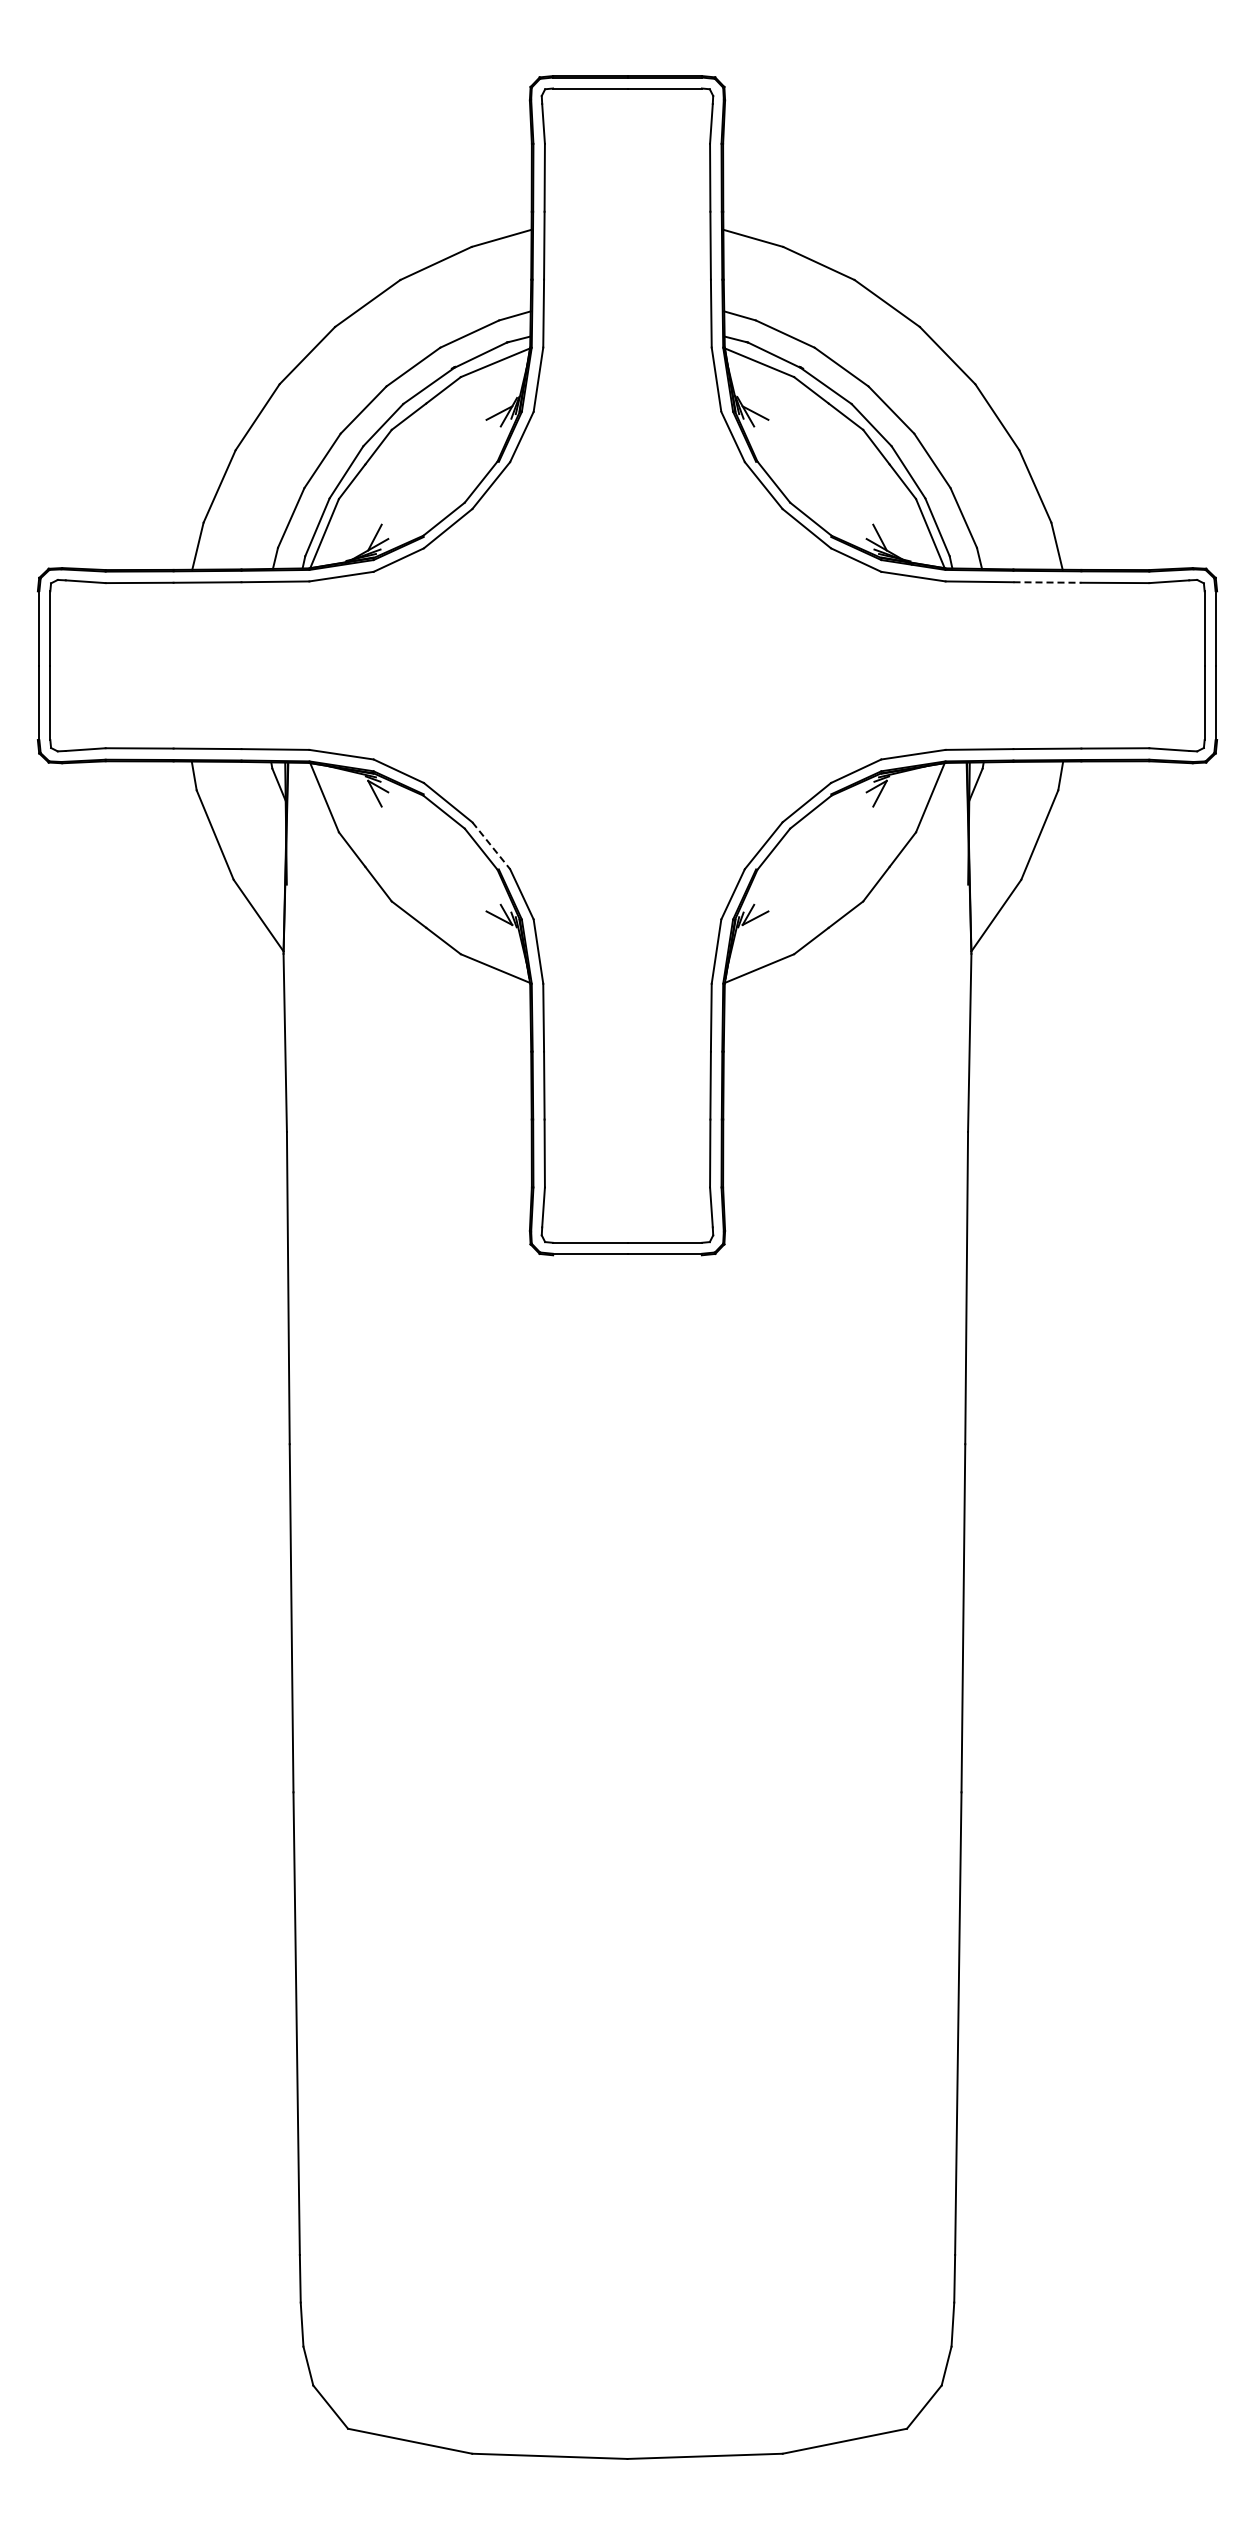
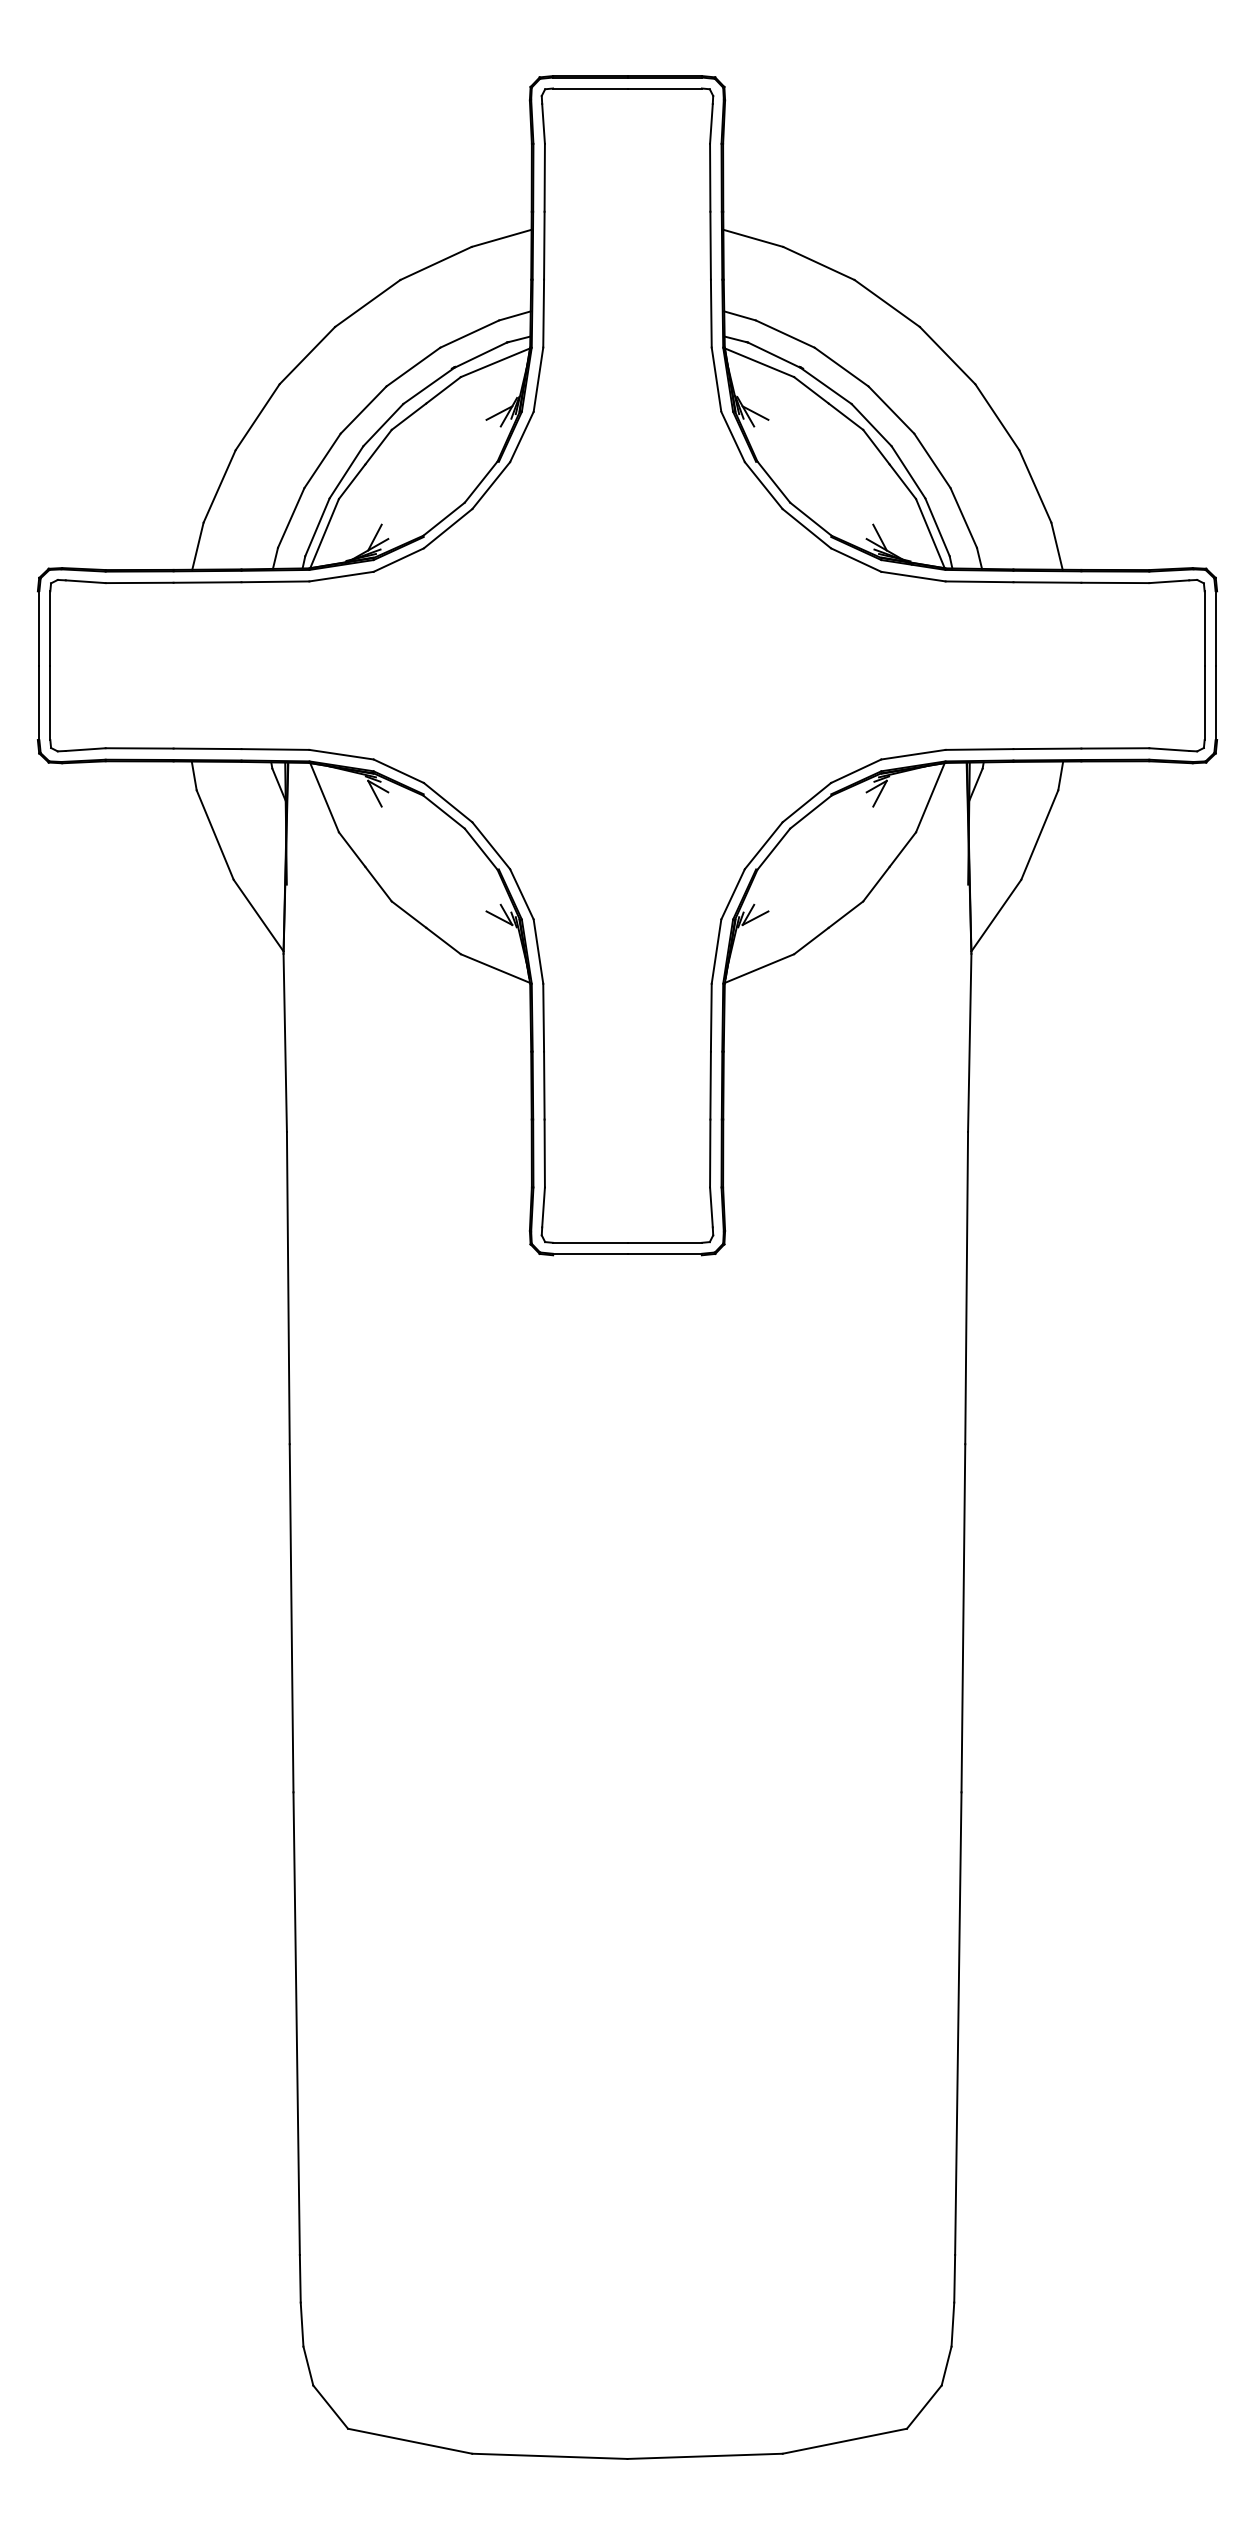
line at (1047, 582): dashed -> solid
line at (491, 846): dashed -> solid
